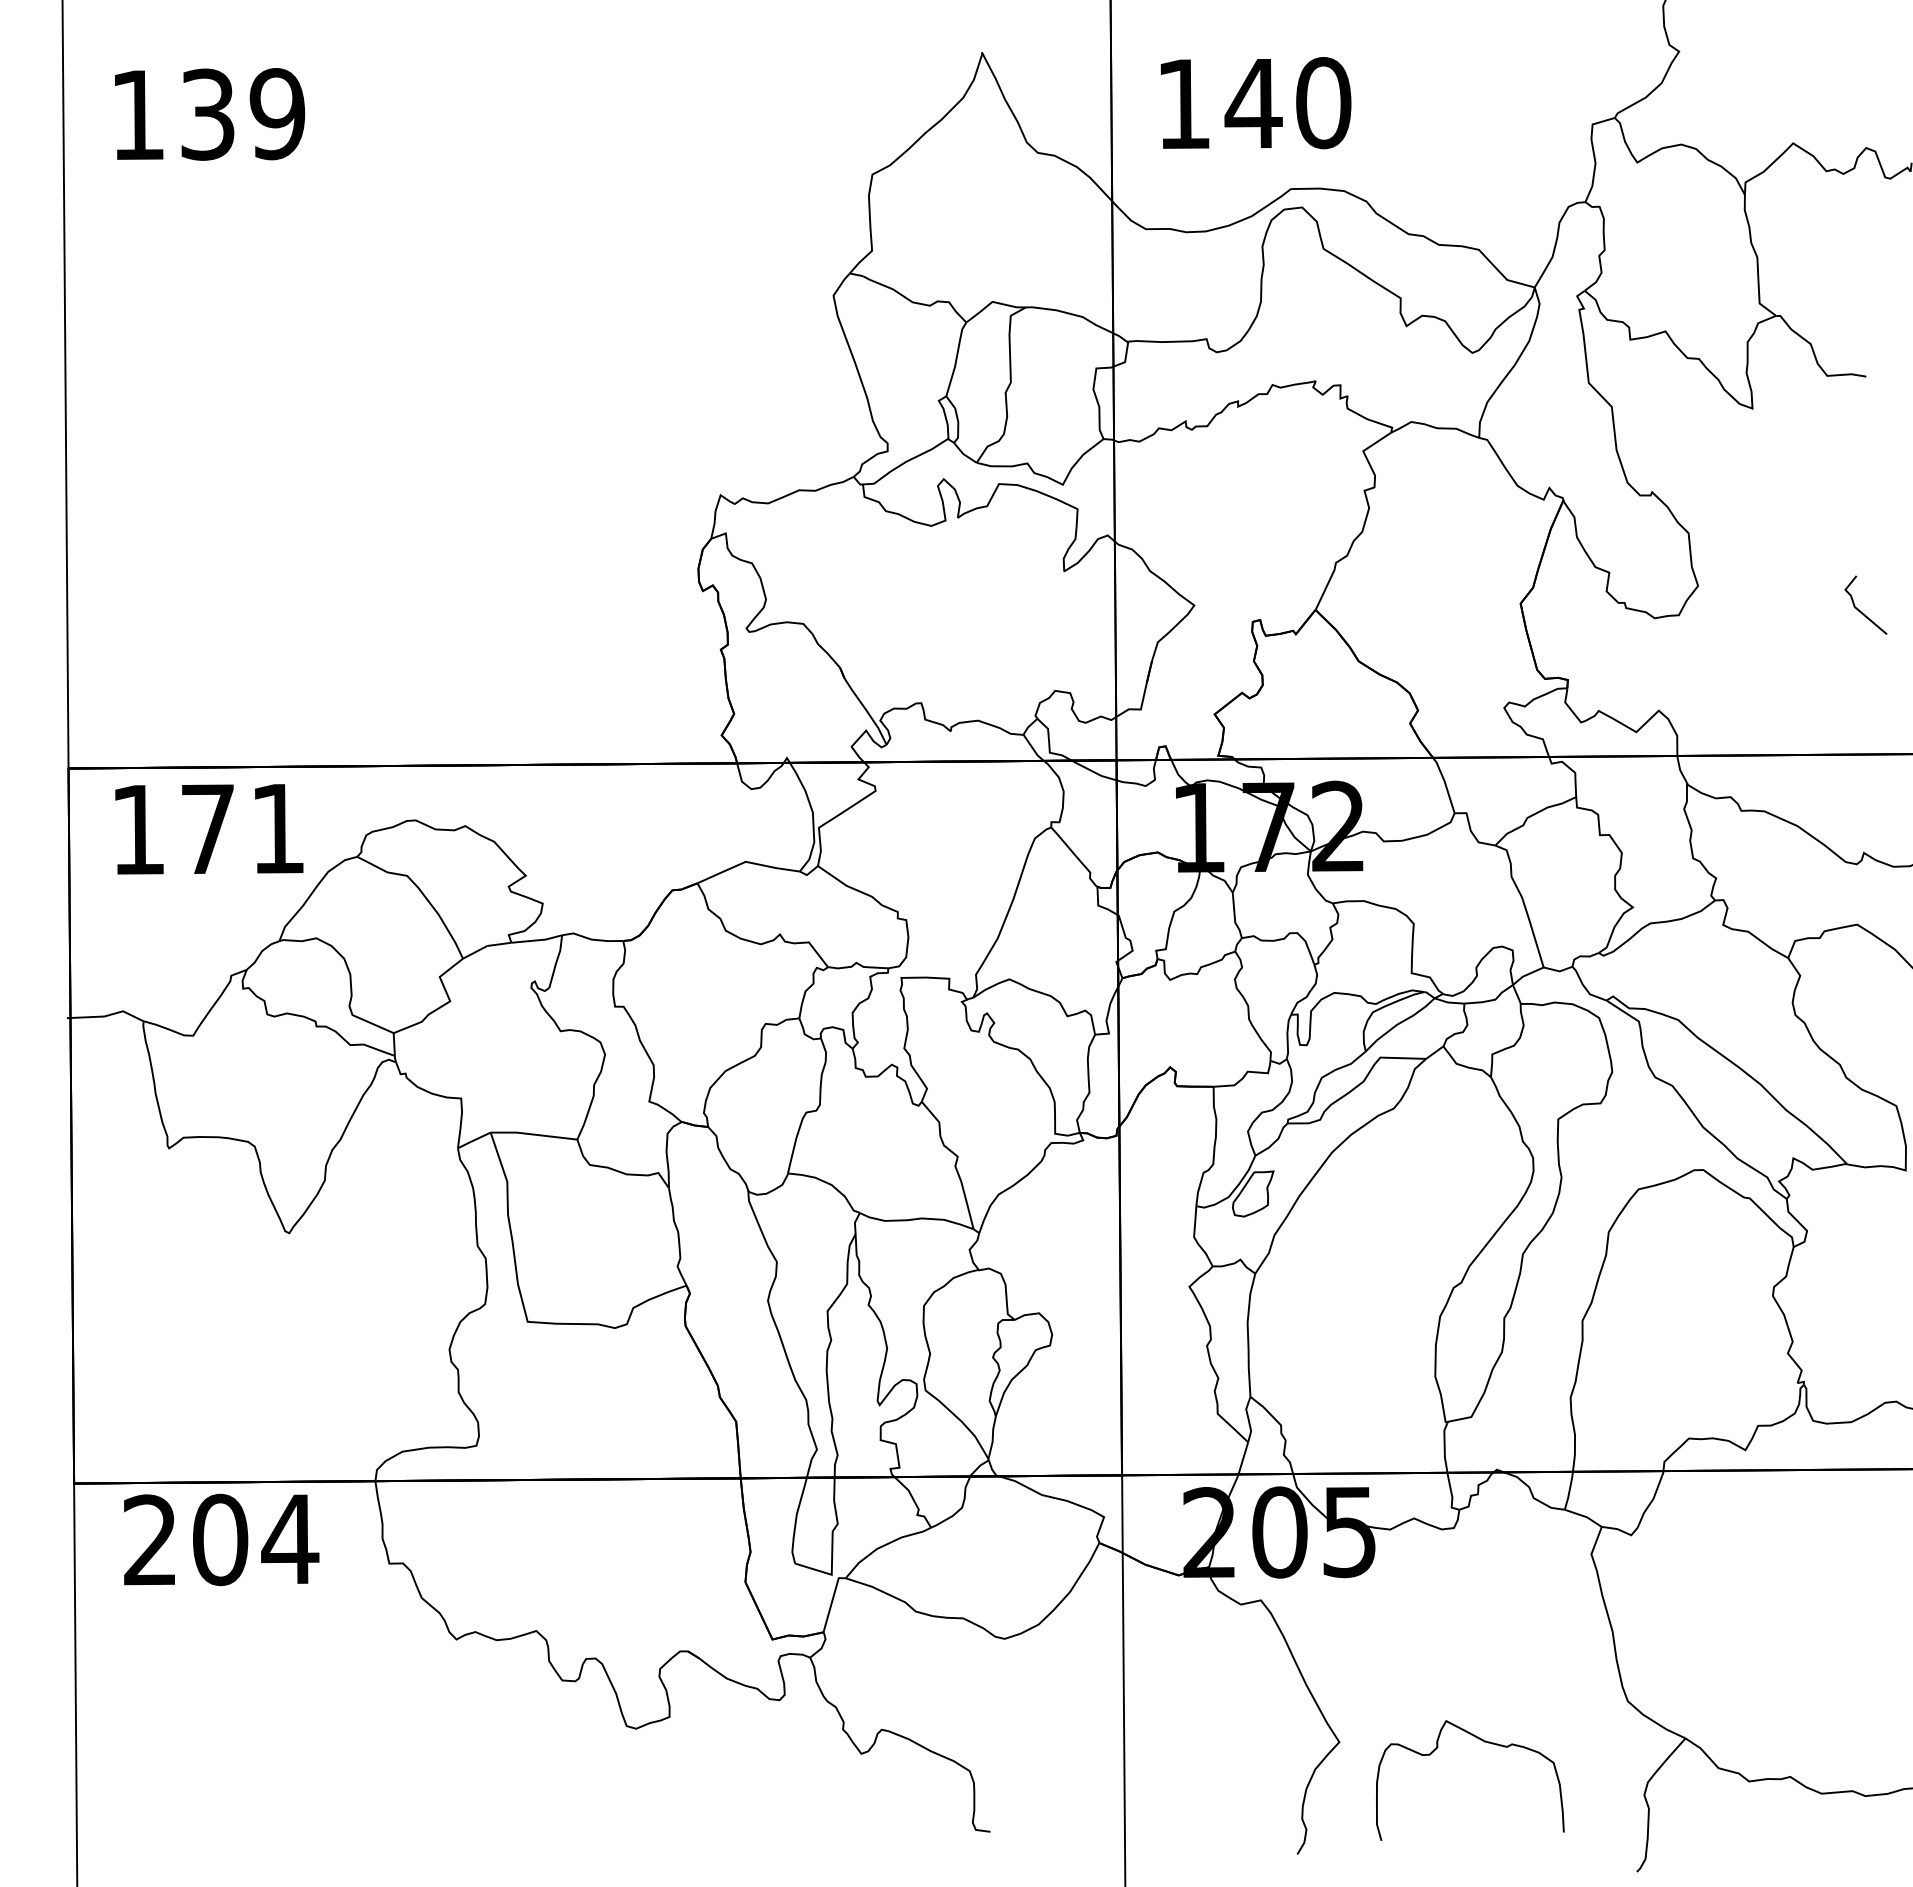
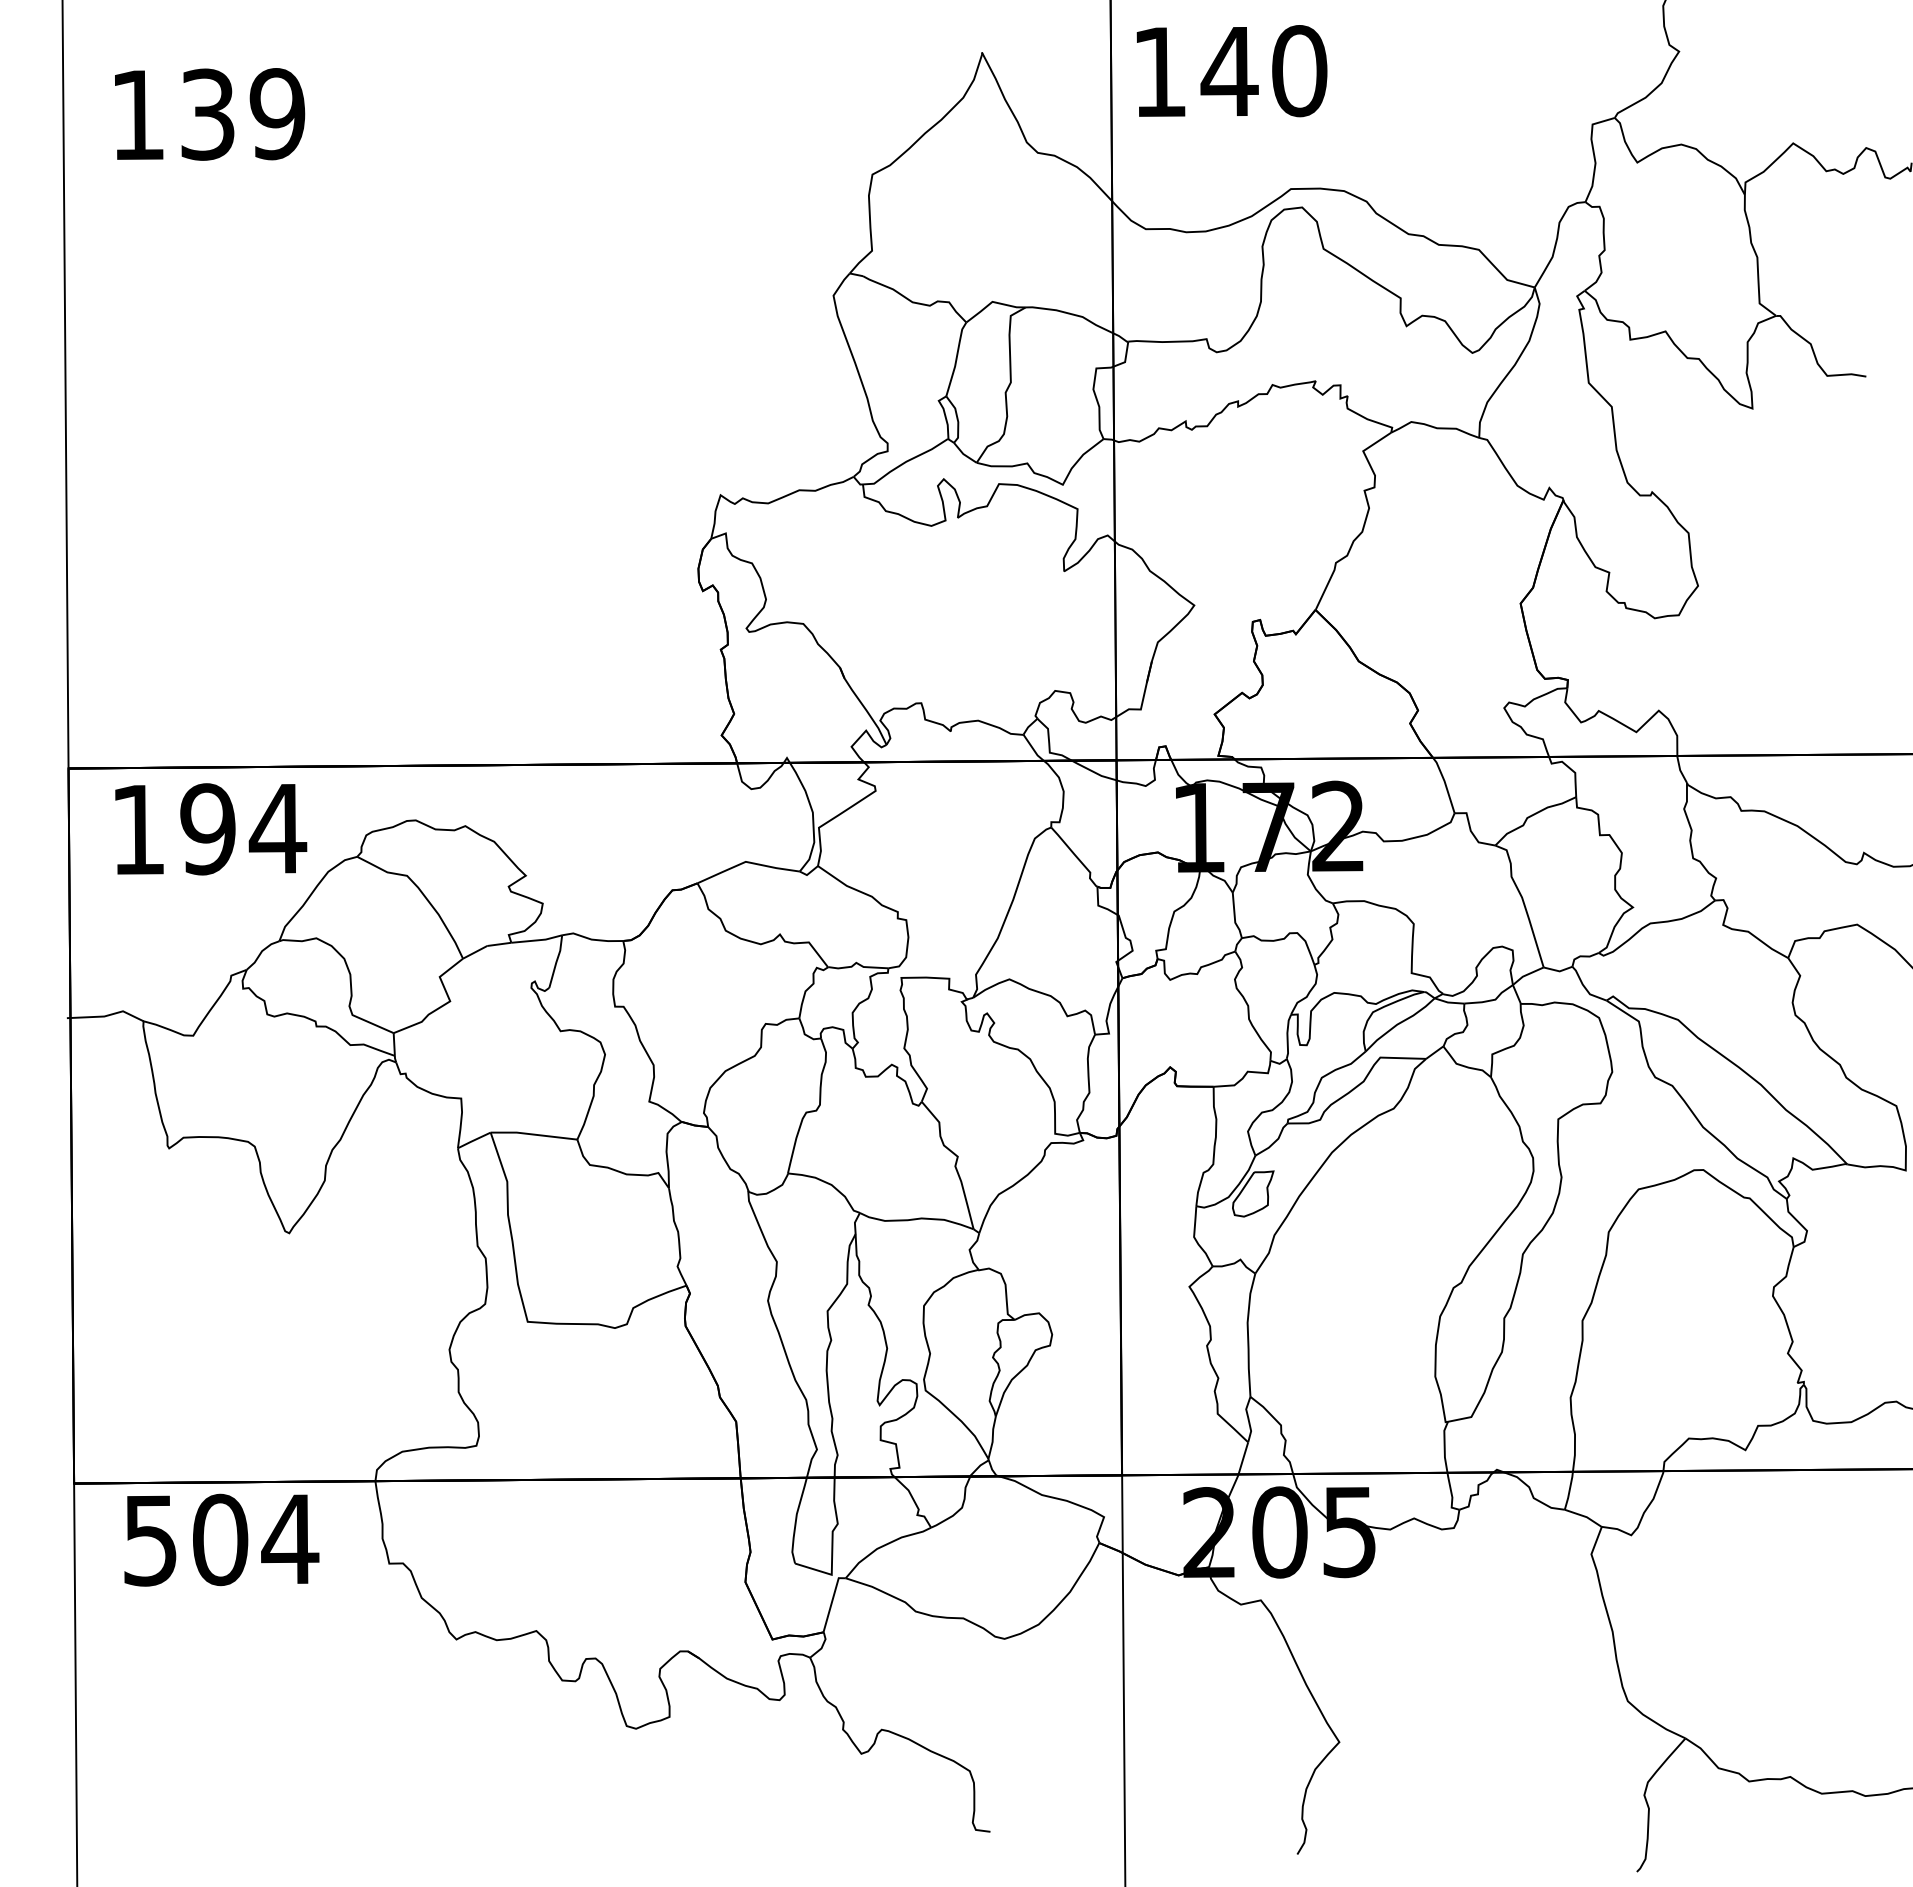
text at (1255, 103) position: (1255, 103) -> (1231, 71)
line at (1859, 609): present -> none
text at (243, 829): 171 -> 194
text at (150, 1540): 204 -> 504
curve at (1484, 1742): present -> none
